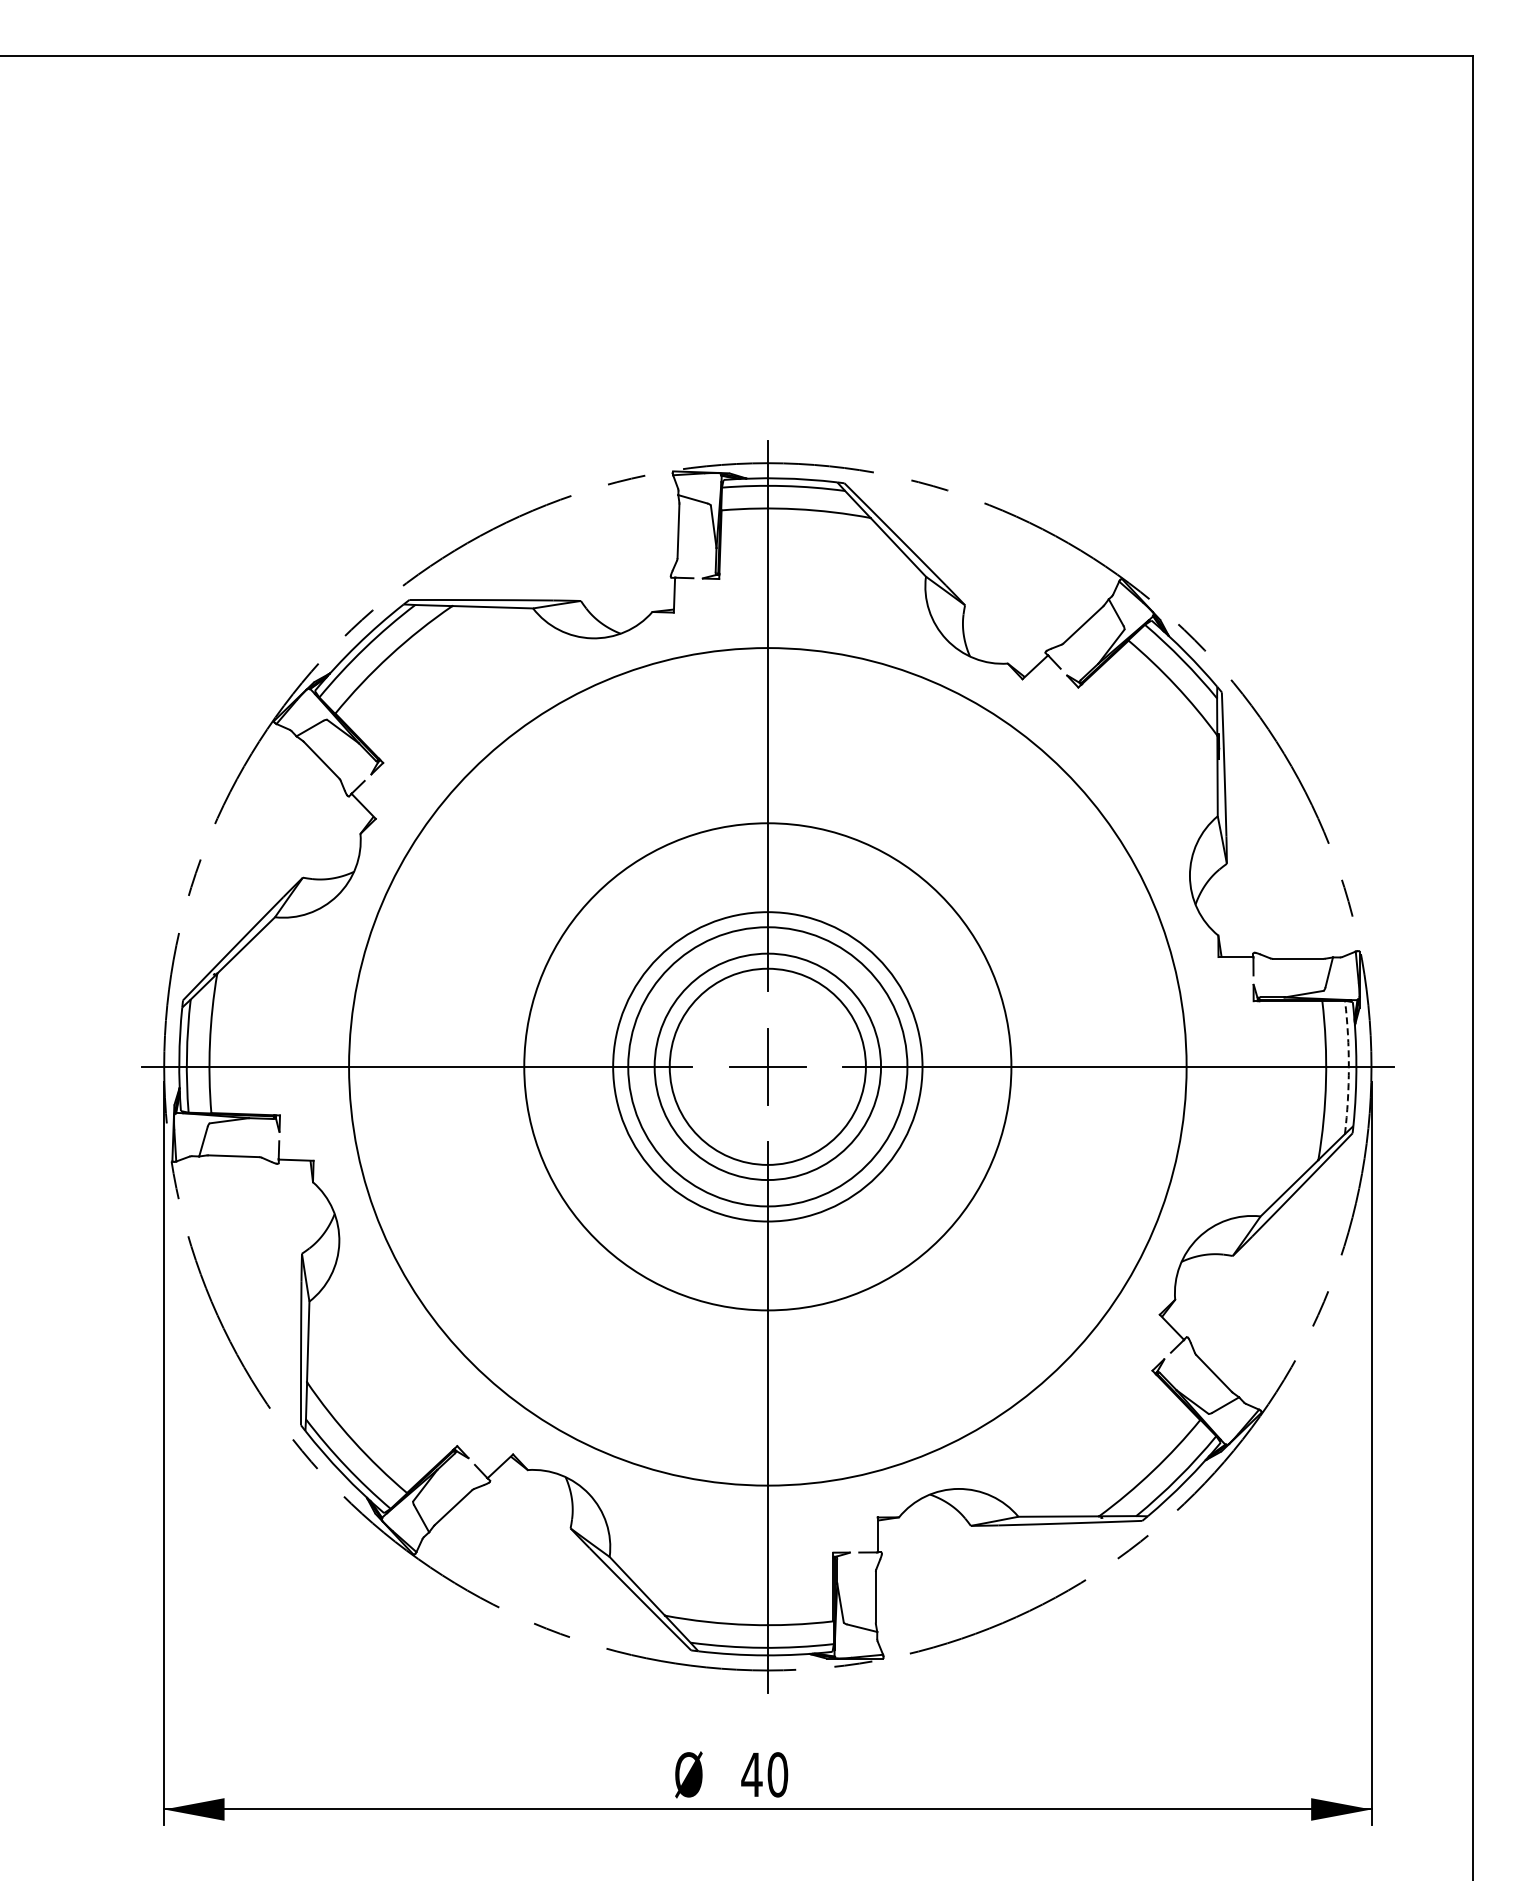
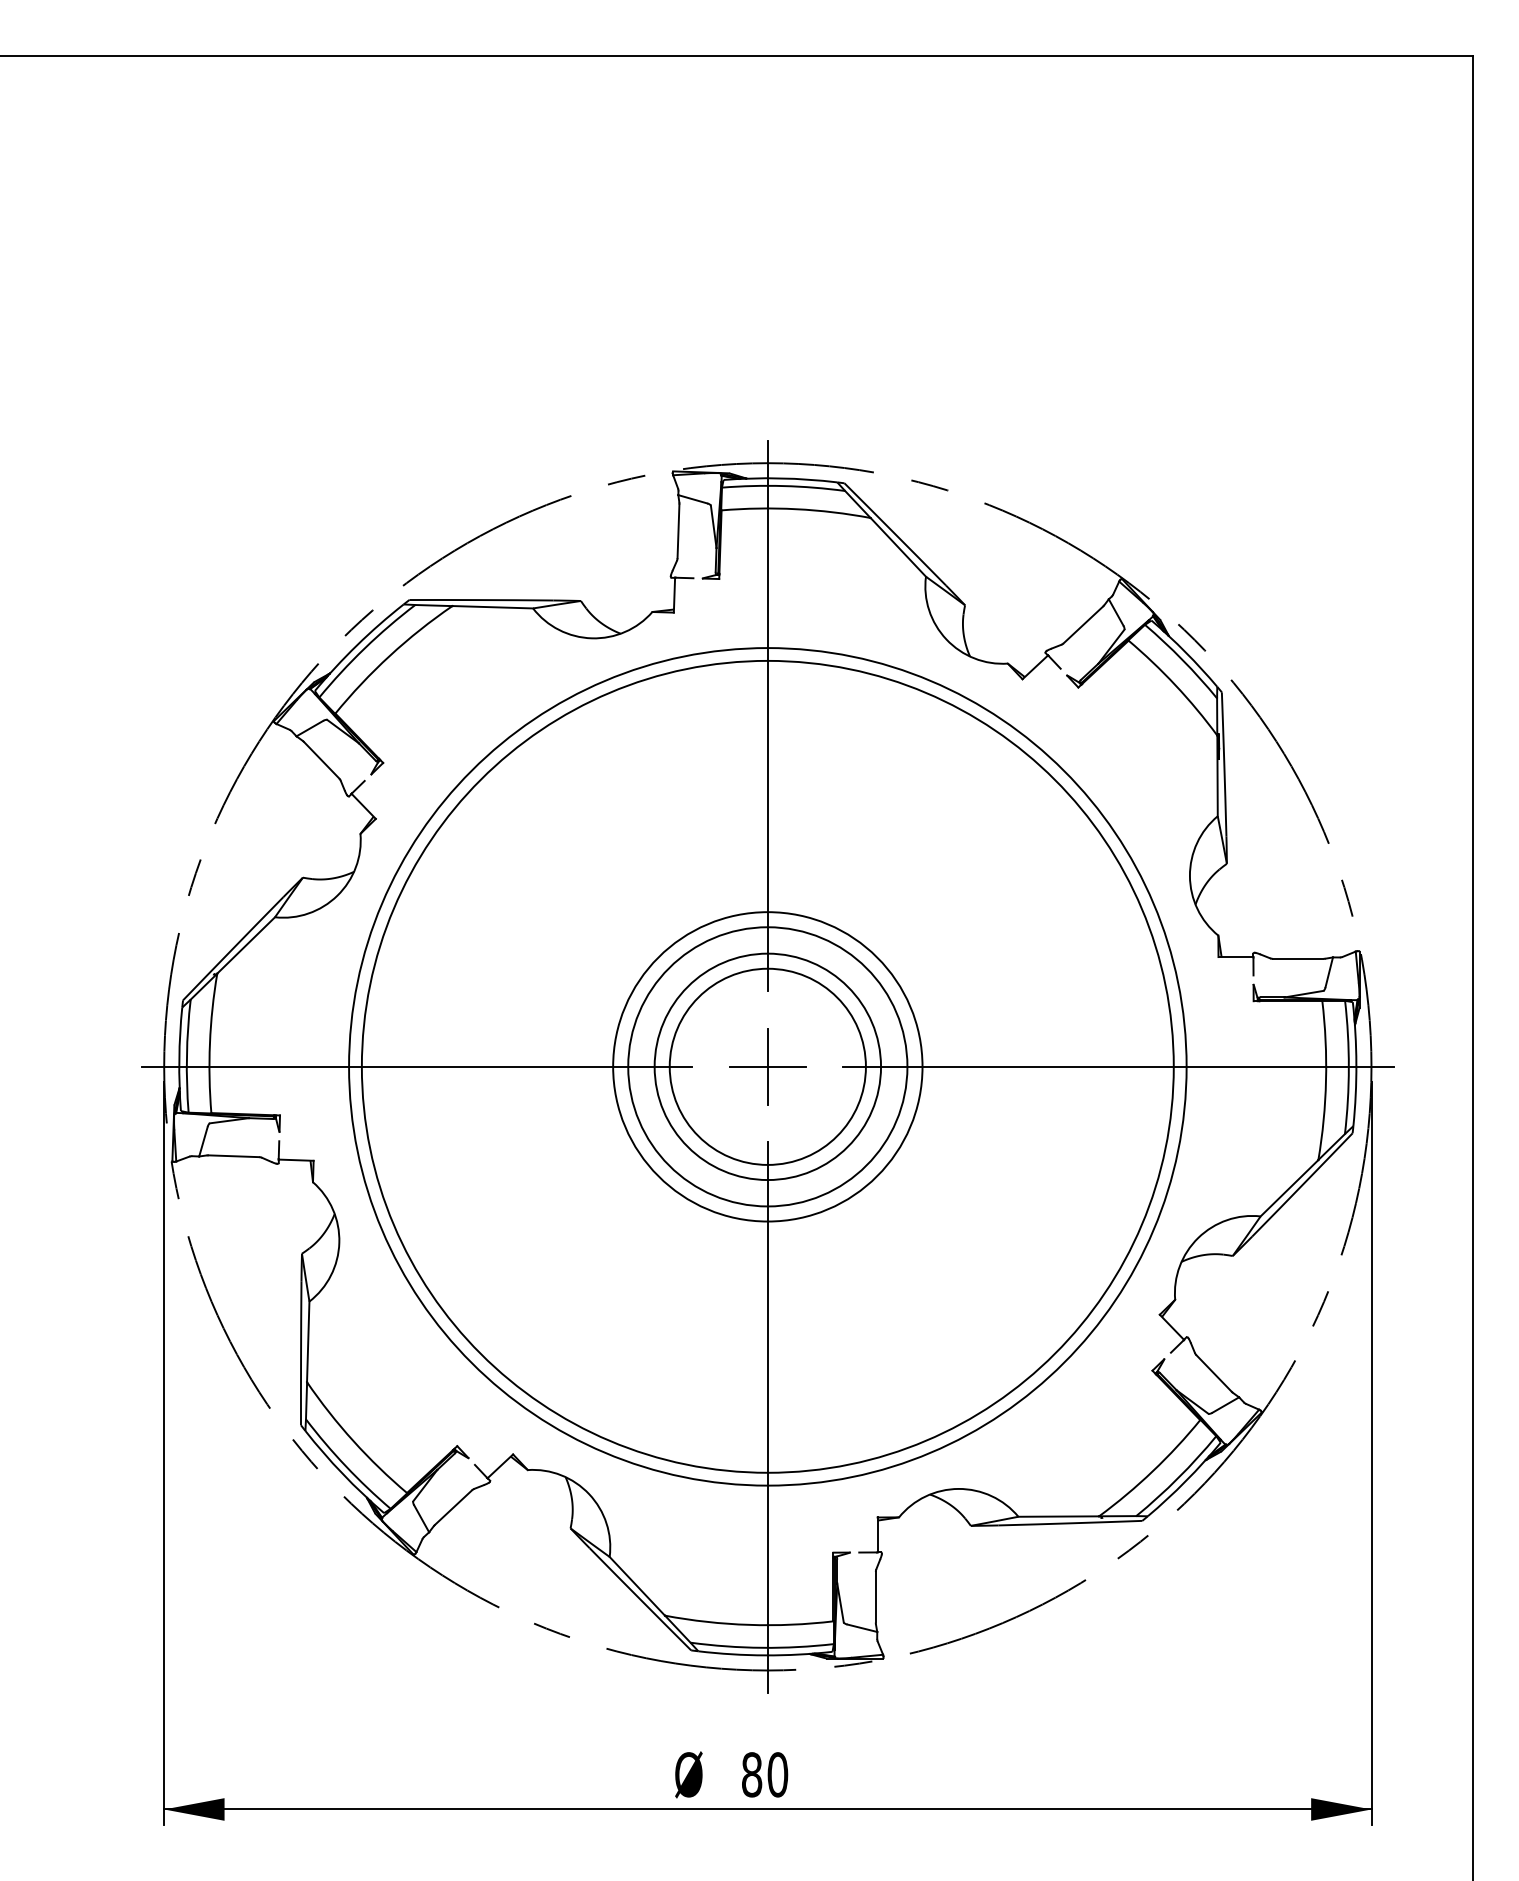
circle at (767, 1066) diameter: 487 px -> 812 px
arc at (1348, 1067): dashed -> solid
text at (751, 1774): 40 -> 80
